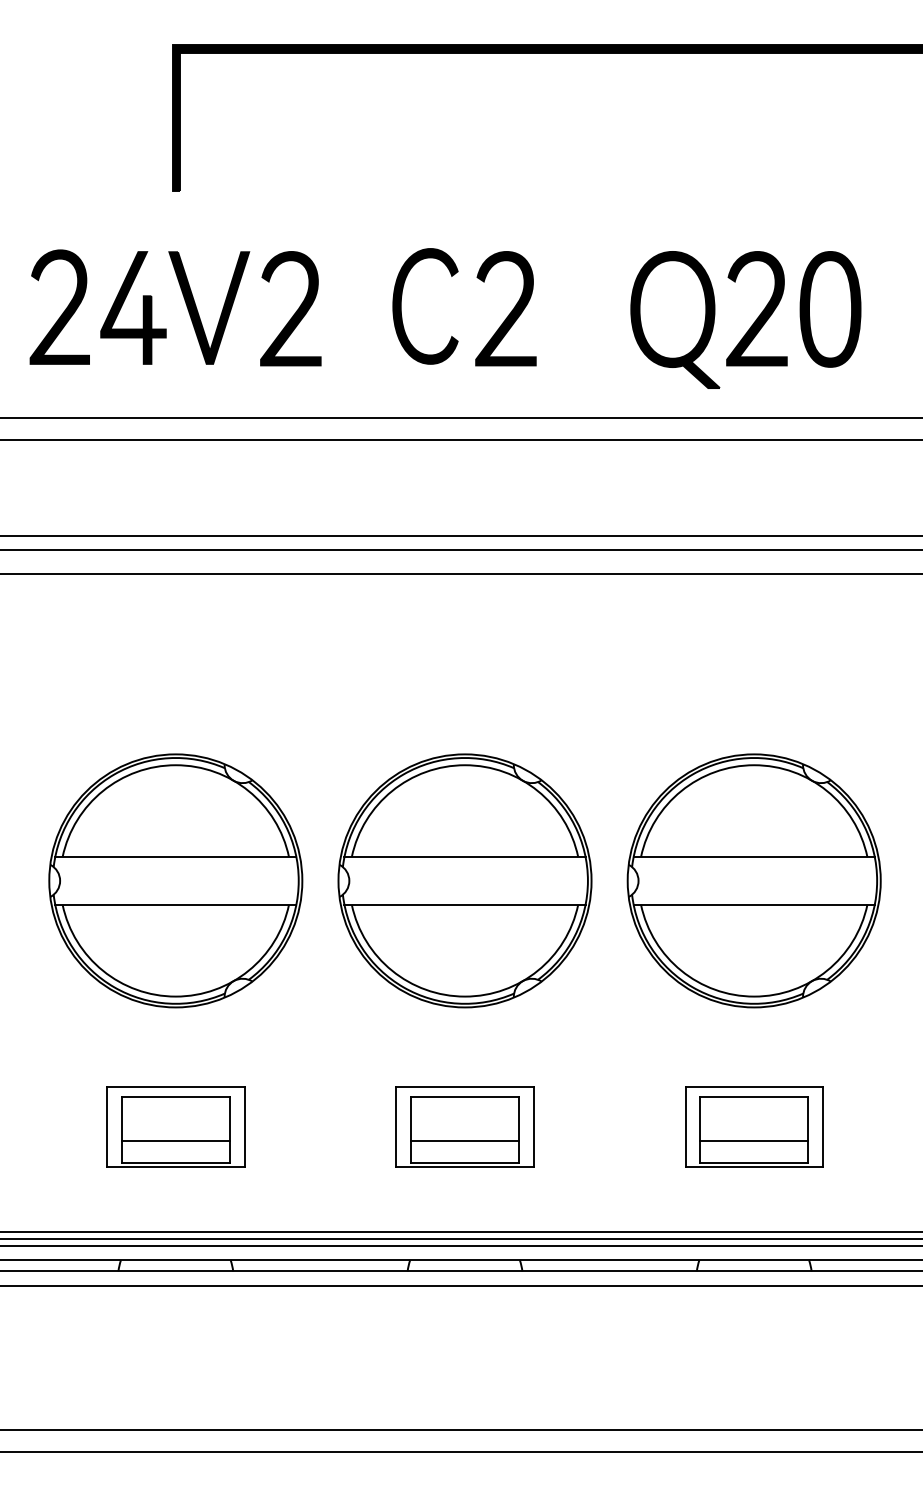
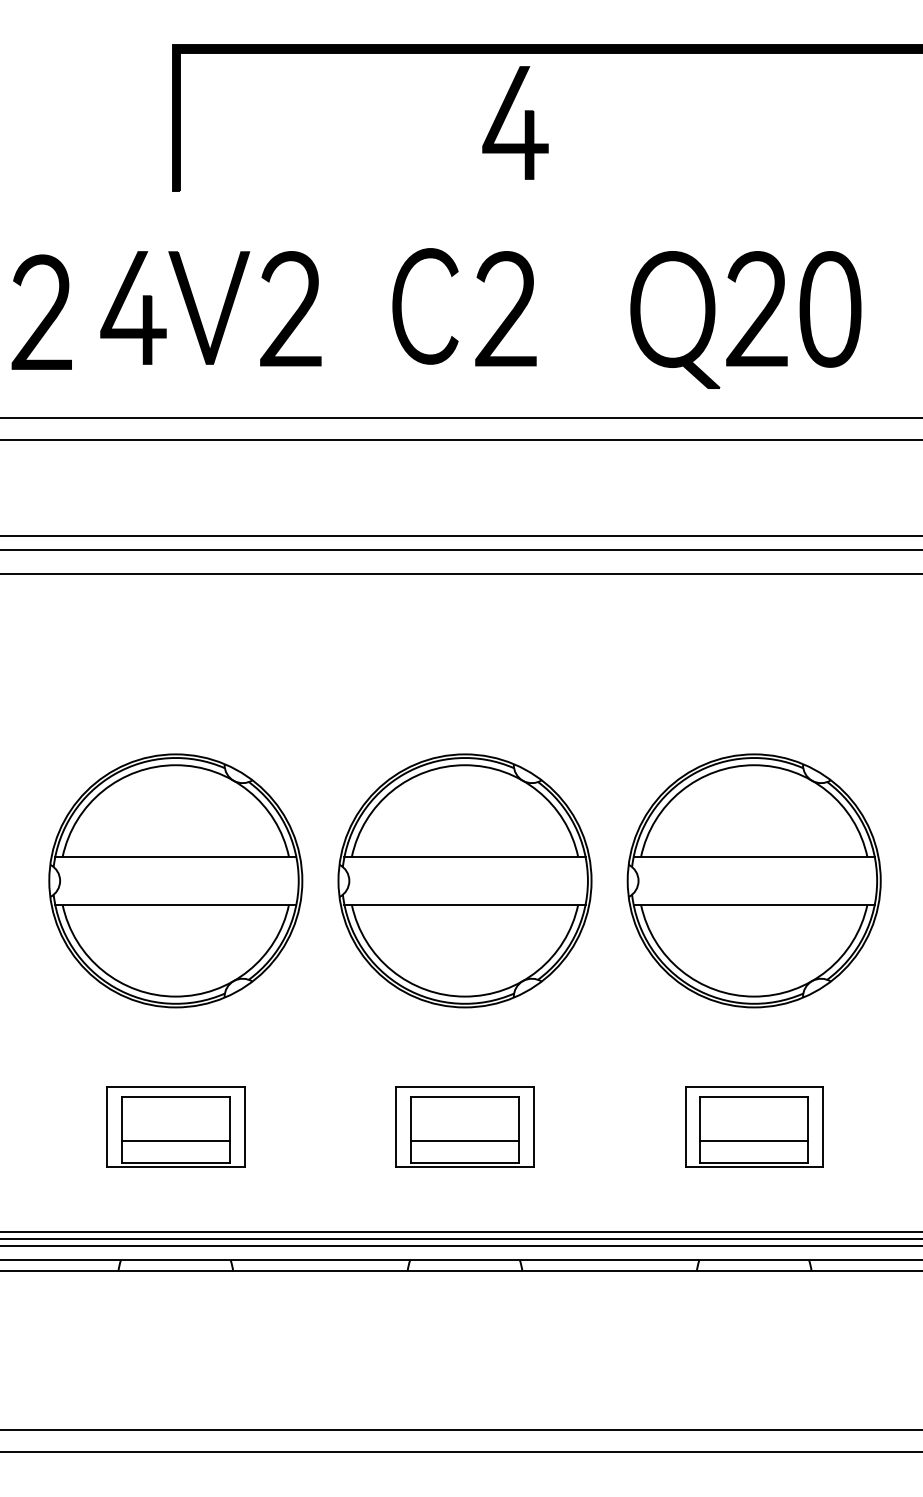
part at (524, 122): none -> present
part at (65, 308) position: (65, 308) -> (47, 313)
line at (460, 1285): present -> none
